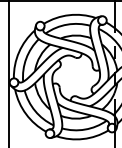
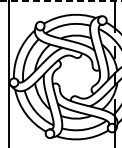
line at (61, 0): solid -> dashed
